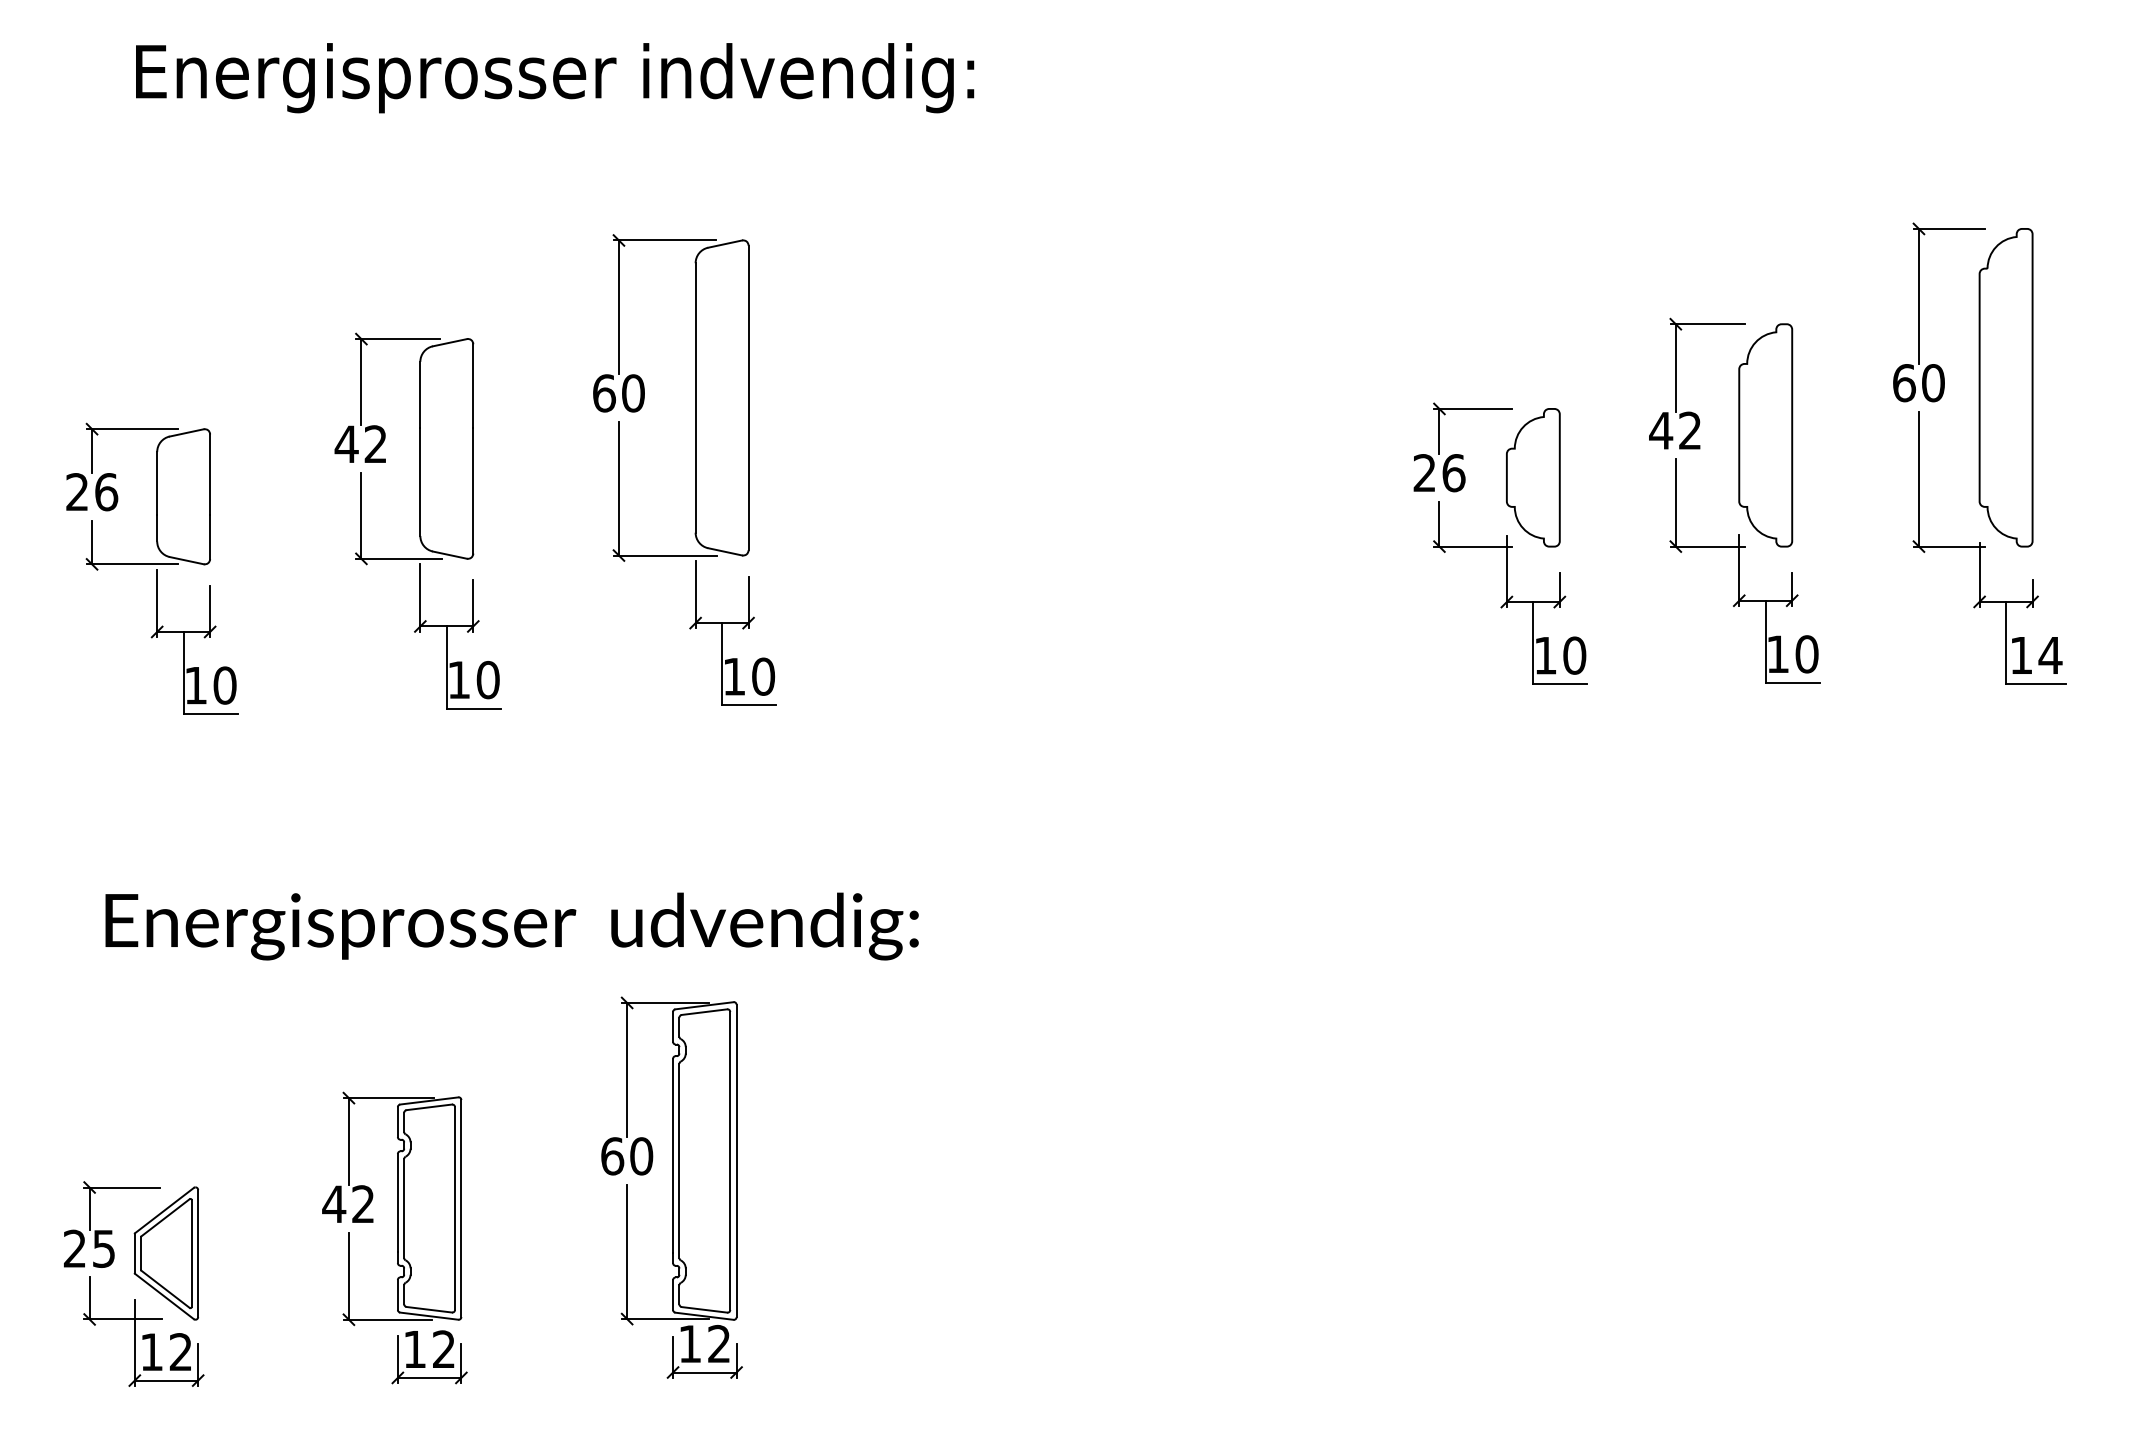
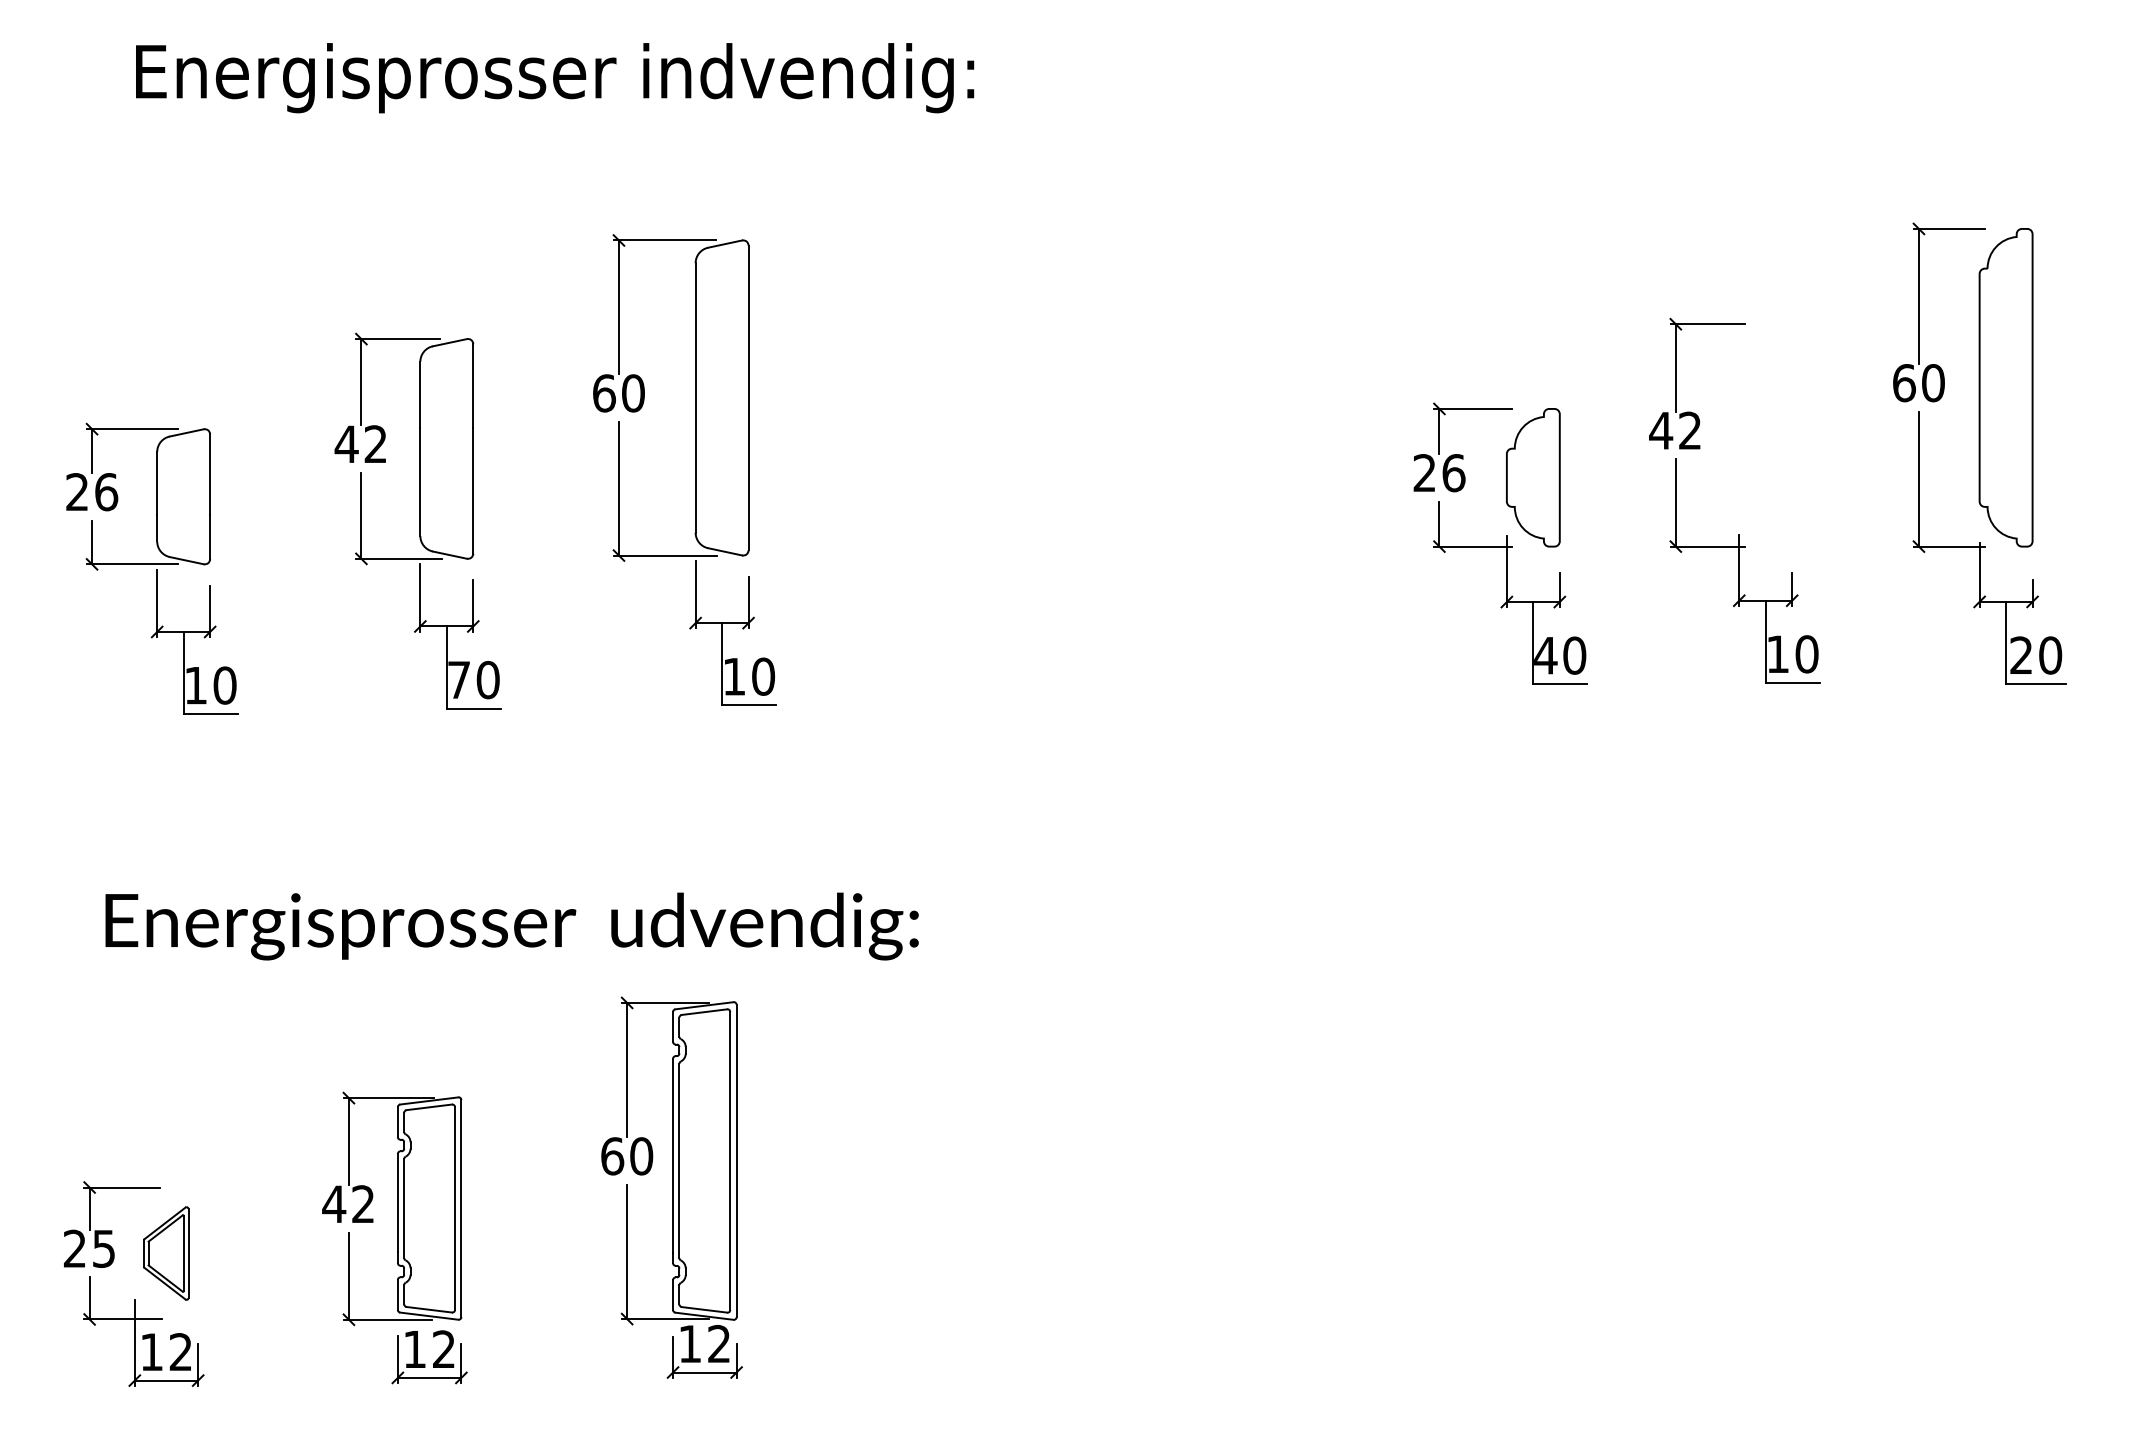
part at (1765, 435): present -> none
text at (1545, 655): 10 -> 40
text at (2036, 655): 14 -> 20
text at (458, 679): 10 -> 70
part at (165, 1253) size: 66x135 px -> 47x95 px
